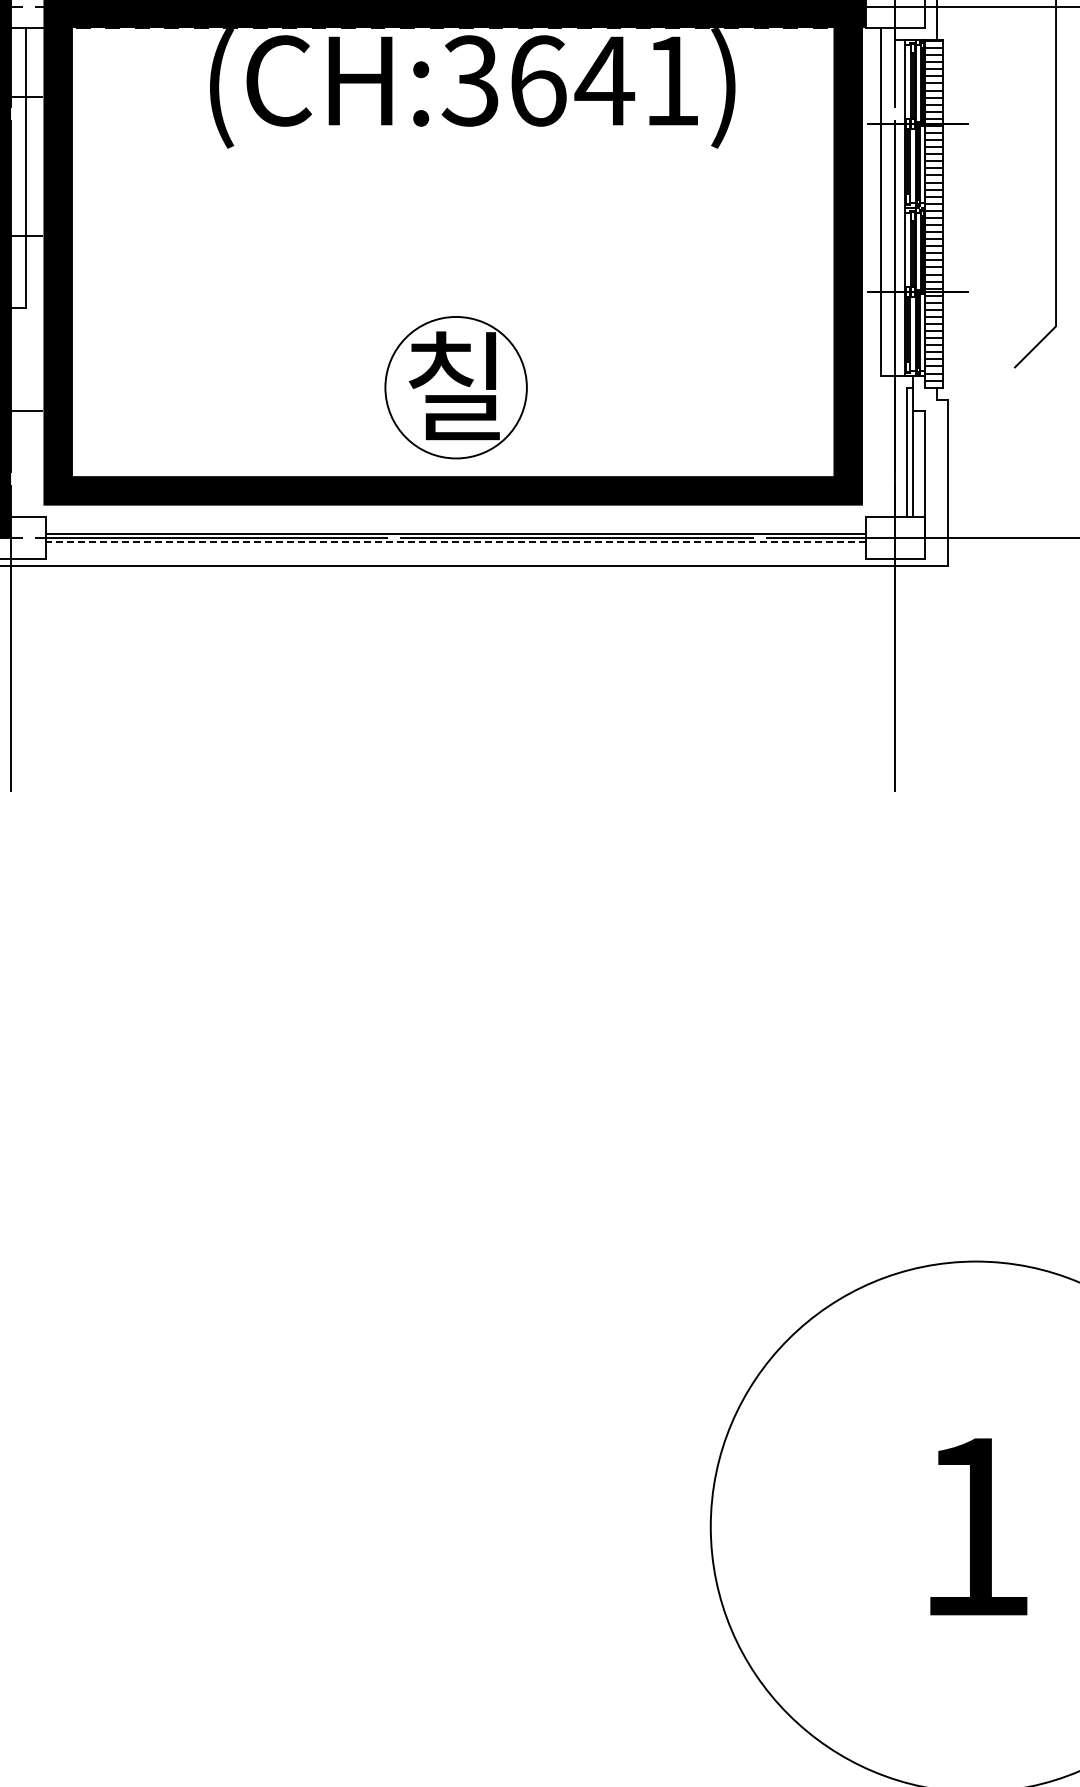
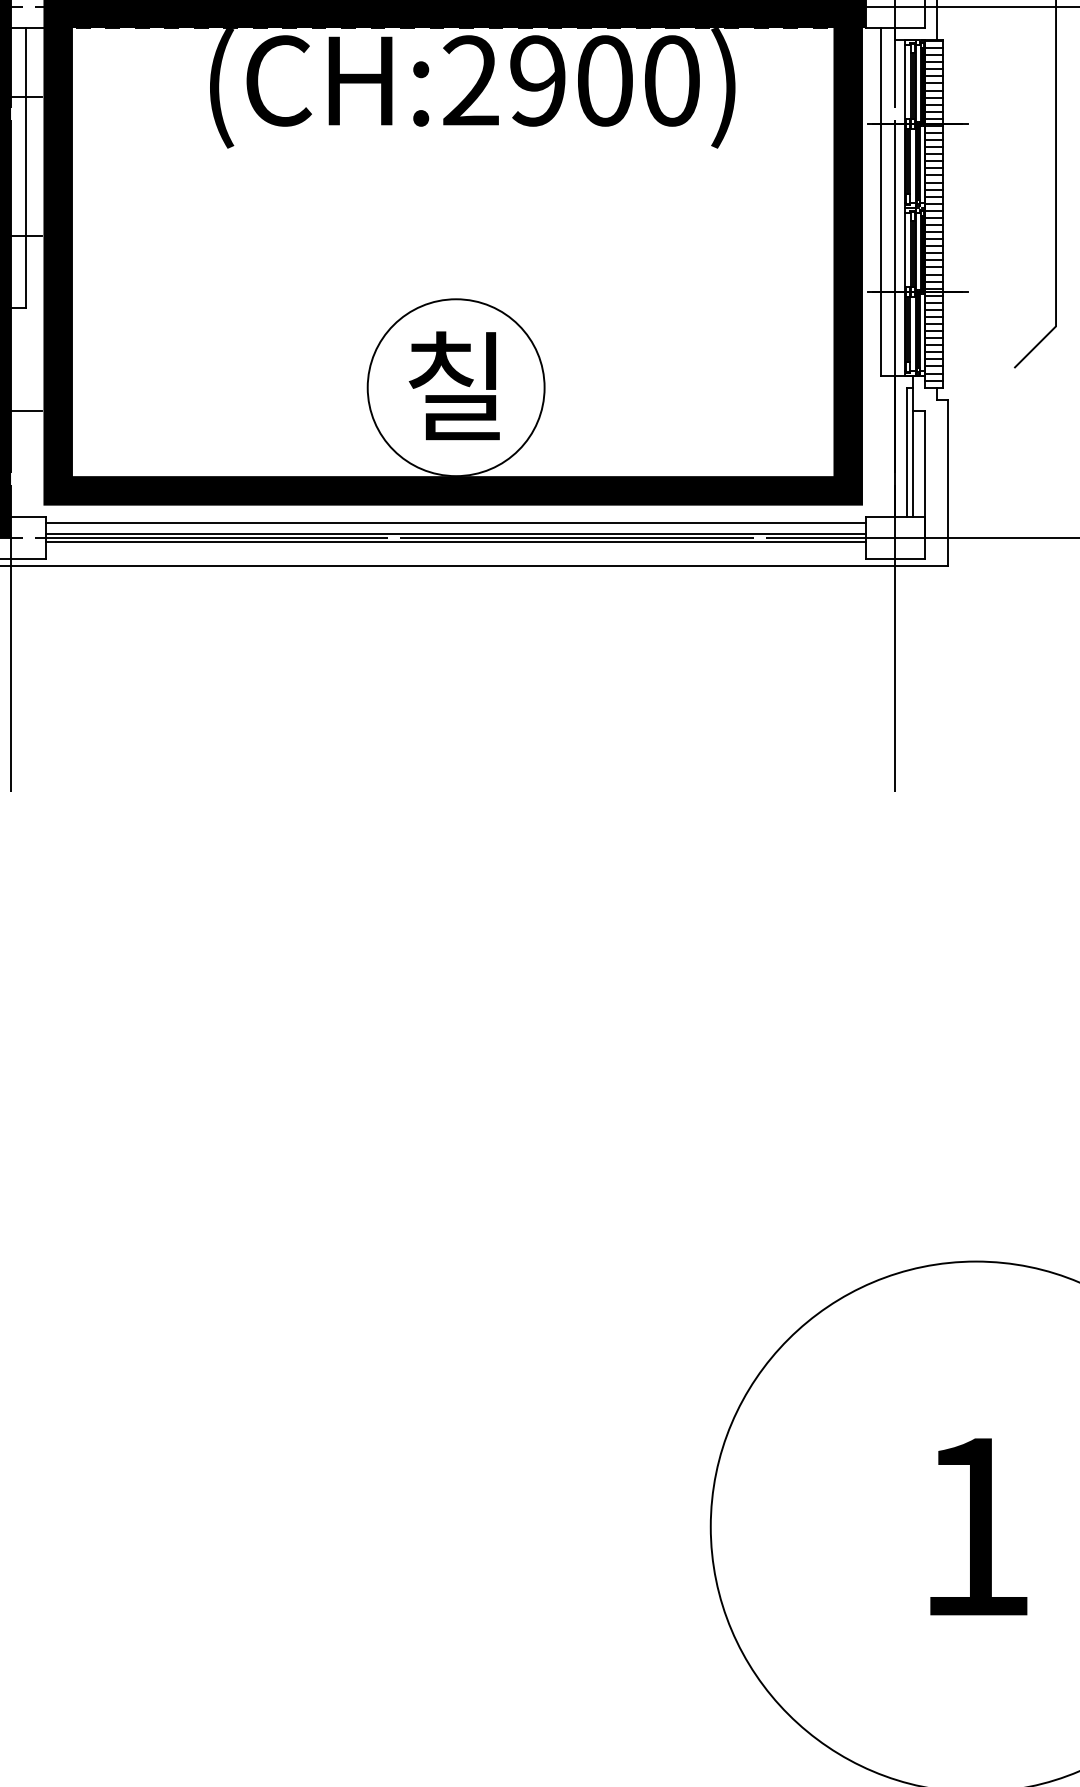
text at (570, 80): (CH:3641) -> (CH:2900)
circle at (455, 387) diameter: 141 px -> 177 px
line at (455, 523): none -> present
line at (456, 542): dashed -> solid
